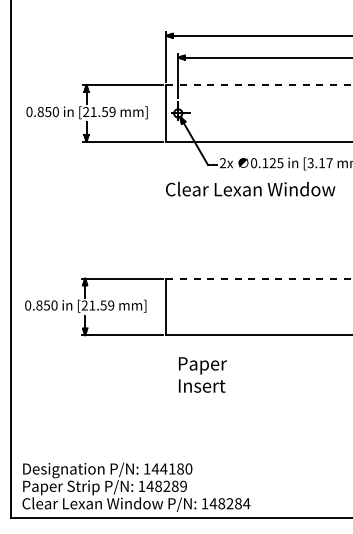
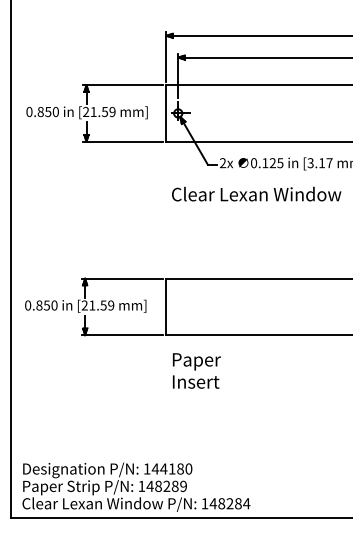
line at (259, 85): dashed -> solid
text at (250, 188) position: (250, 188) -> (256, 193)
line at (259, 278): dashed -> solid
text at (202, 374) position: (202, 374) -> (196, 370)
